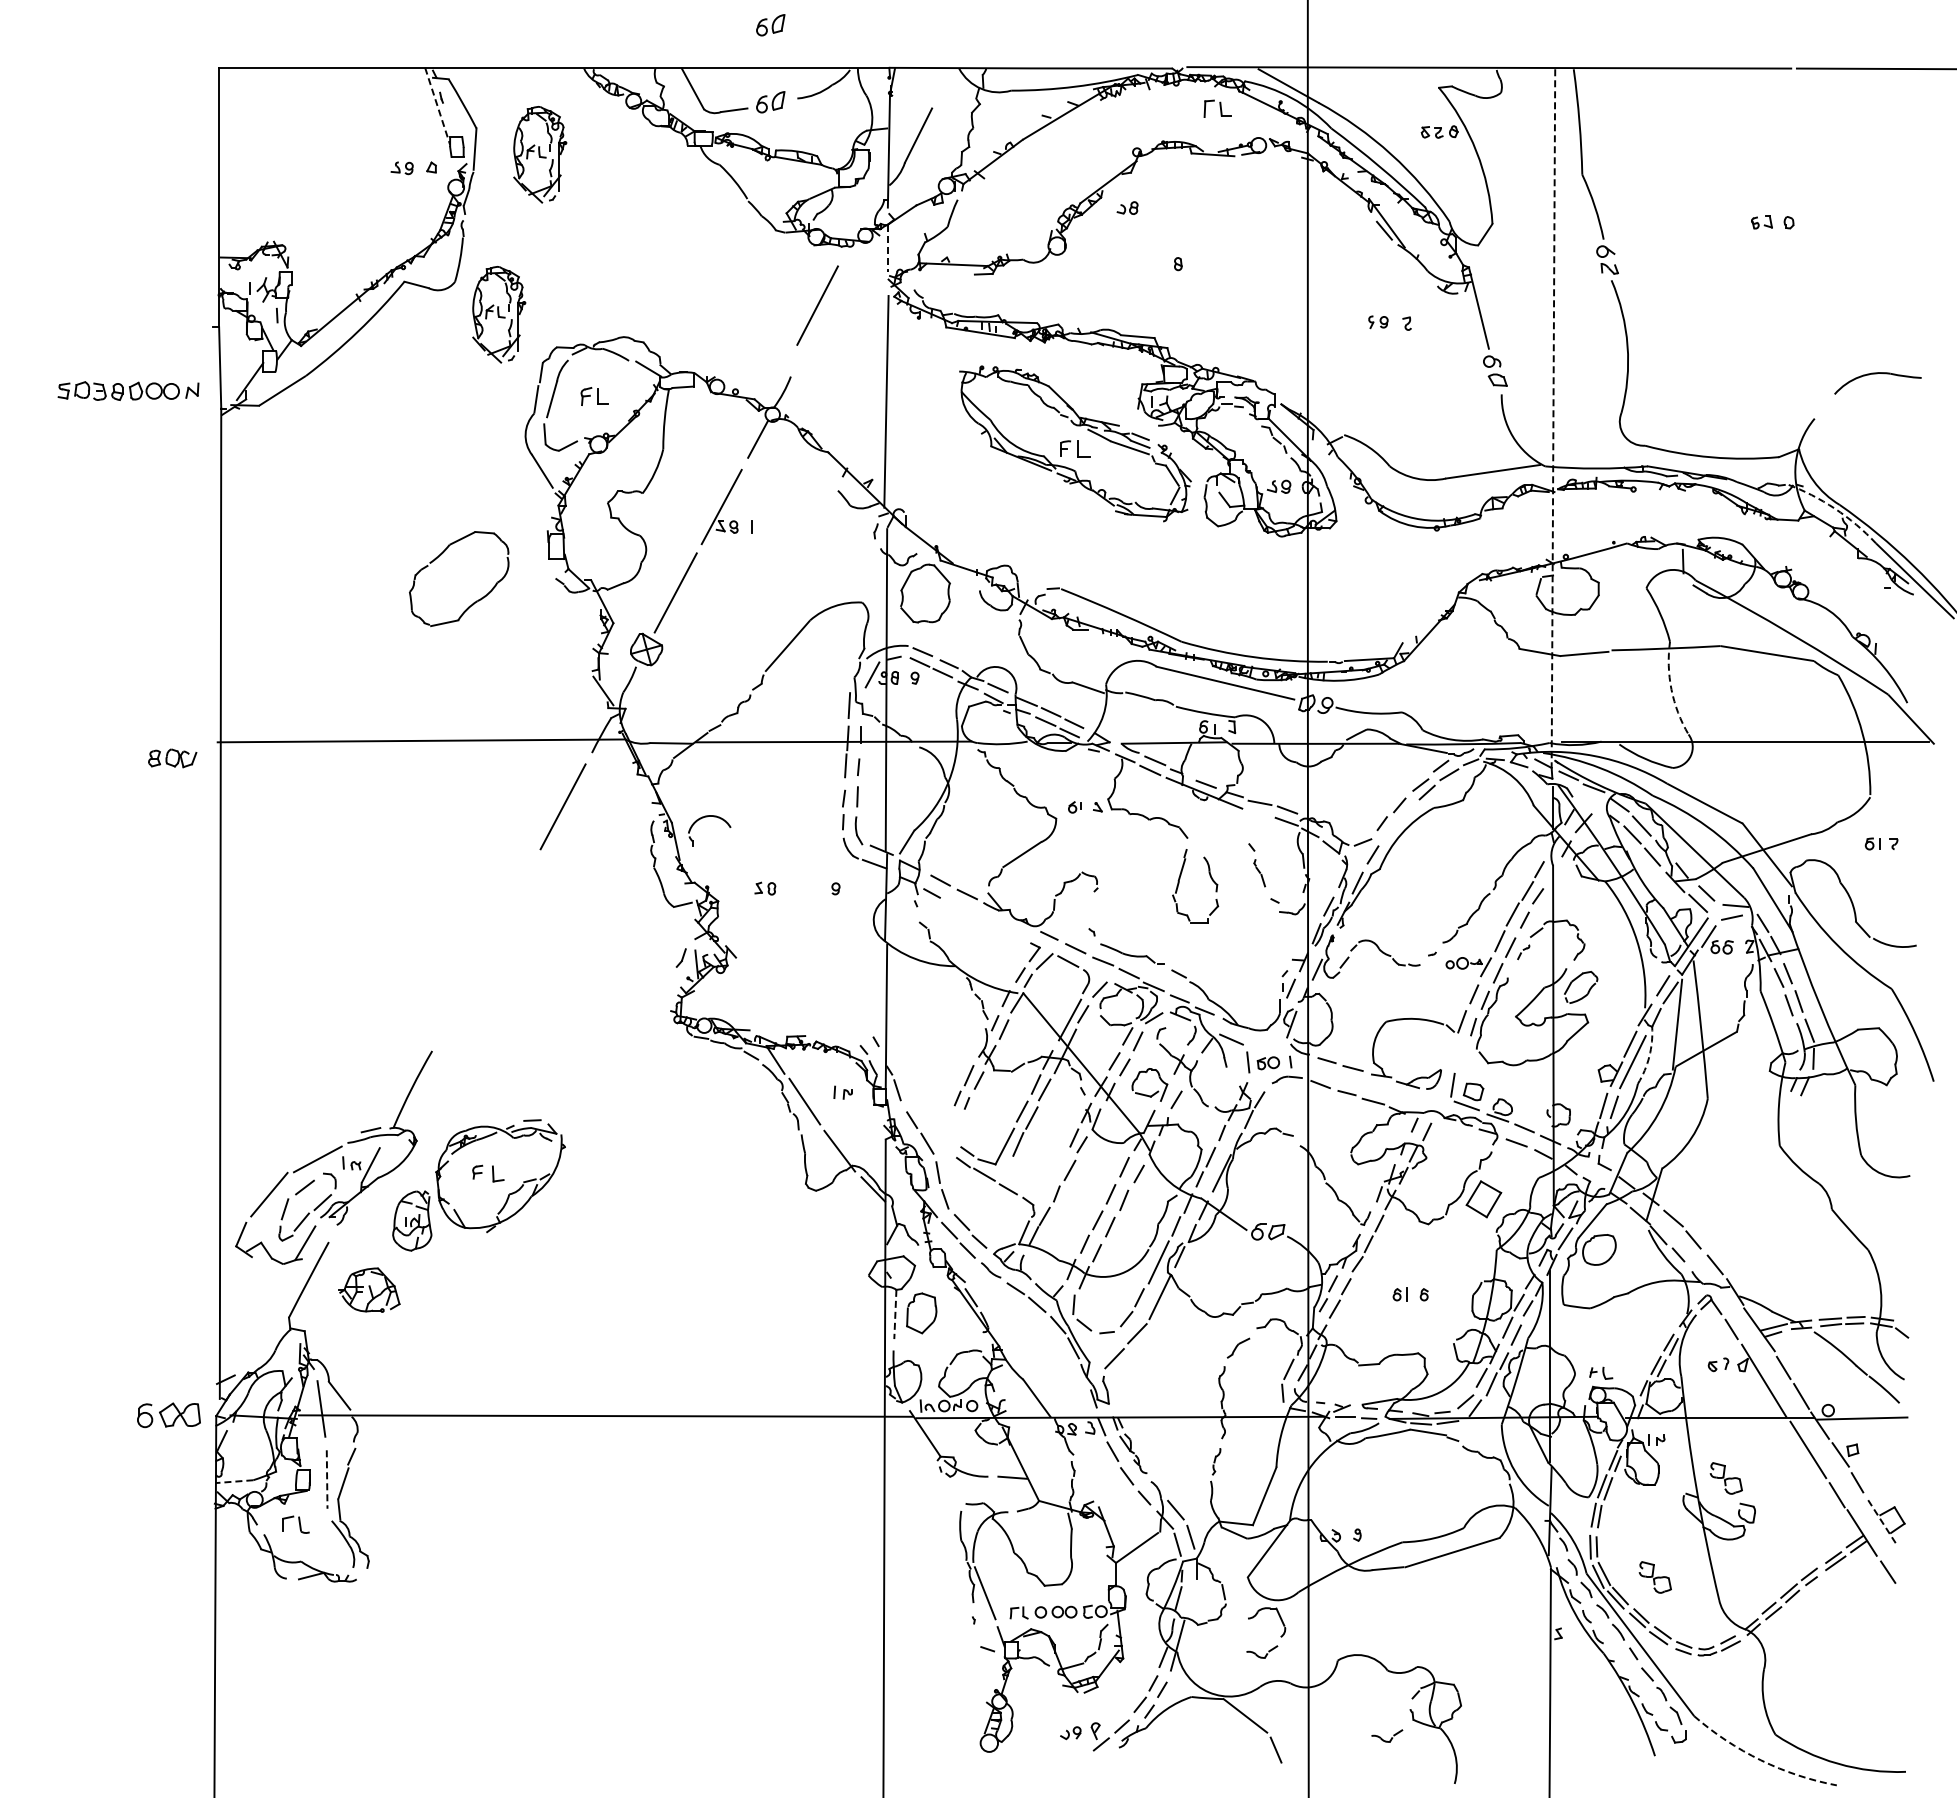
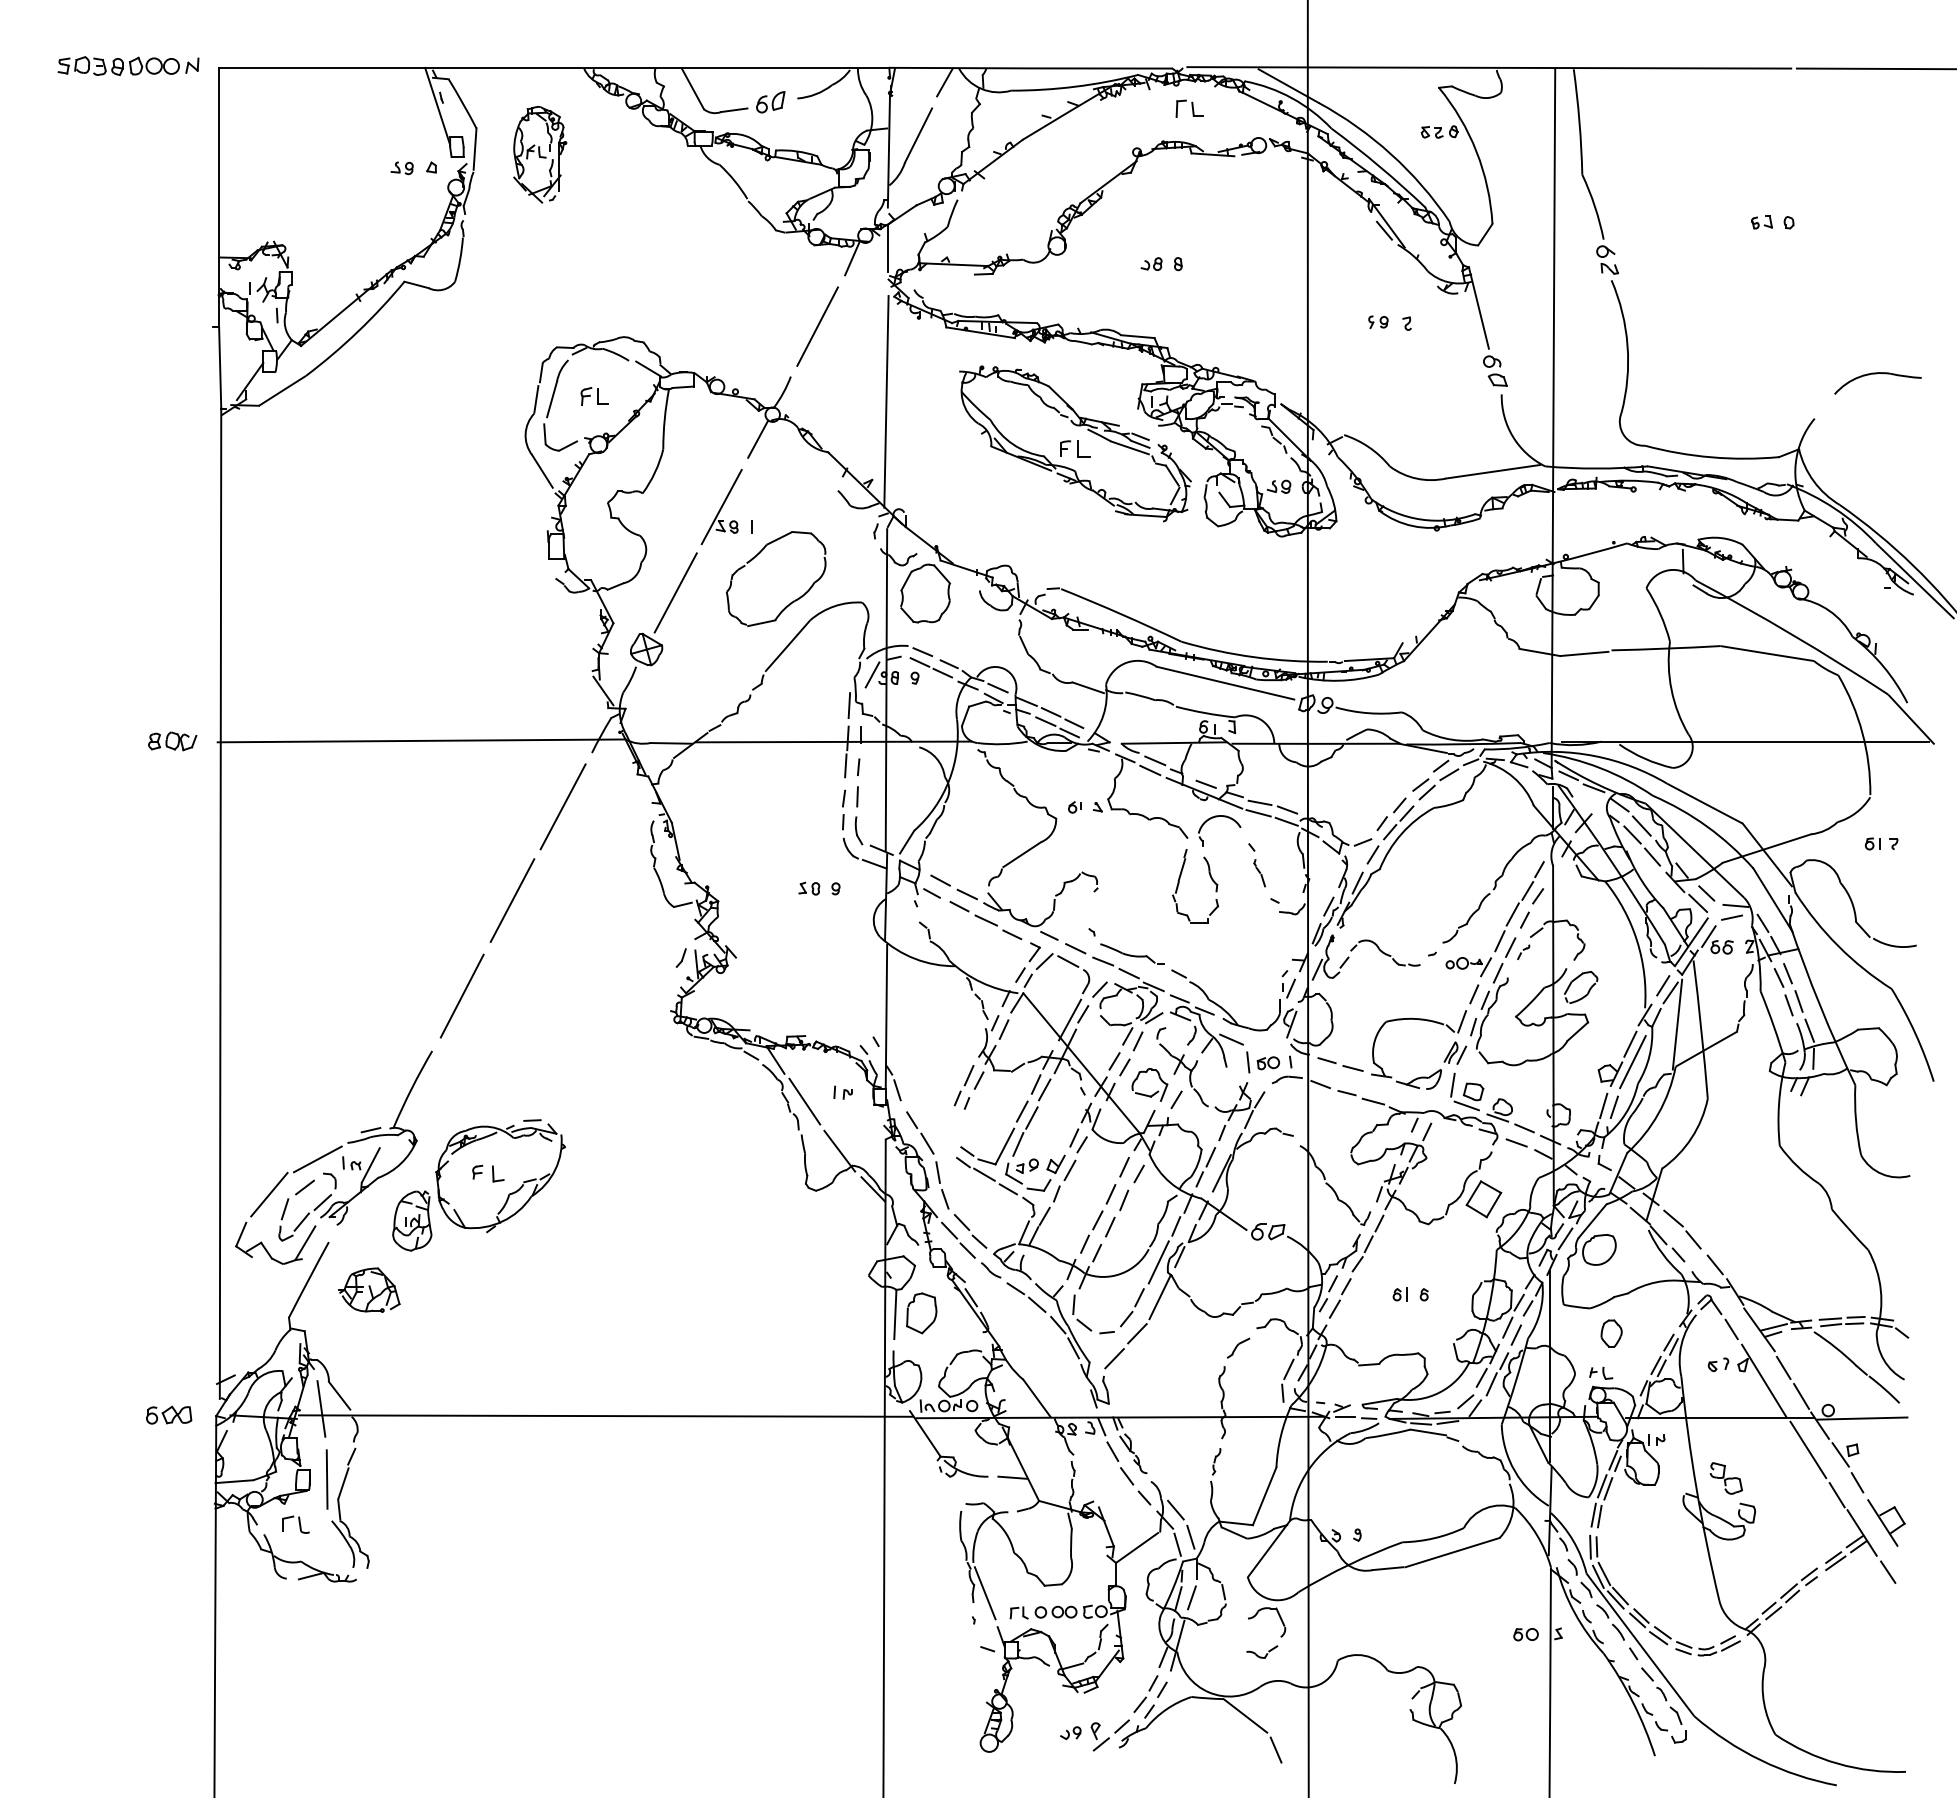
part at (770, 25): present -> none
line at (944, 82): none -> present
line at (437, 106): dashed -> solid
part at (1217, 108) position: (1217, 108) -> (1189, 108)
part at (1127, 207) position: (1127, 207) -> (1151, 263)
line at (887, 248): dashed -> solid
line at (852, 258): none -> present
line at (817, 305) position: (817, 305) -> (817, 326)
part at (499, 314): present -> none
part at (128, 390) position: (128, 390) -> (128, 65)
line at (1553, 419): dashed -> solid
arc at (1834, 508): dashed -> solid
part at (473, 602) position: (473, 602) -> (790, 602)
arc at (1671, 689): dashed -> solid
part at (172, 758) position: (172, 758) -> (172, 741)
line at (1258, 813): none -> present
part at (707, 817) position: (707, 817) -> (1217, 817)
line at (1399, 821): none -> present
part at (765, 888) position: (765, 888) -> (809, 888)
line at (512, 900): none -> present
part at (985, 920): none -> present
line at (461, 995): none -> present
part at (1455, 1052): none -> present
arc at (1649, 1056): dashed -> solid
part at (1035, 1172): none -> present
line at (895, 1314): dashed -> solid
part at (1611, 1333): none -> present
part at (168, 1415) size: 64x27 px -> 47x20 px
line at (327, 1480): dashed -> solid
line at (234, 1481): dashed -> solid
line at (1883, 1523): dashed -> solid
part at (1654, 1577): present -> none
line at (1191, 1597): none -> present
part at (1525, 1634): none -> present
part at (1387, 1735): present -> none
arc at (1760, 1760): dashed -> solid
